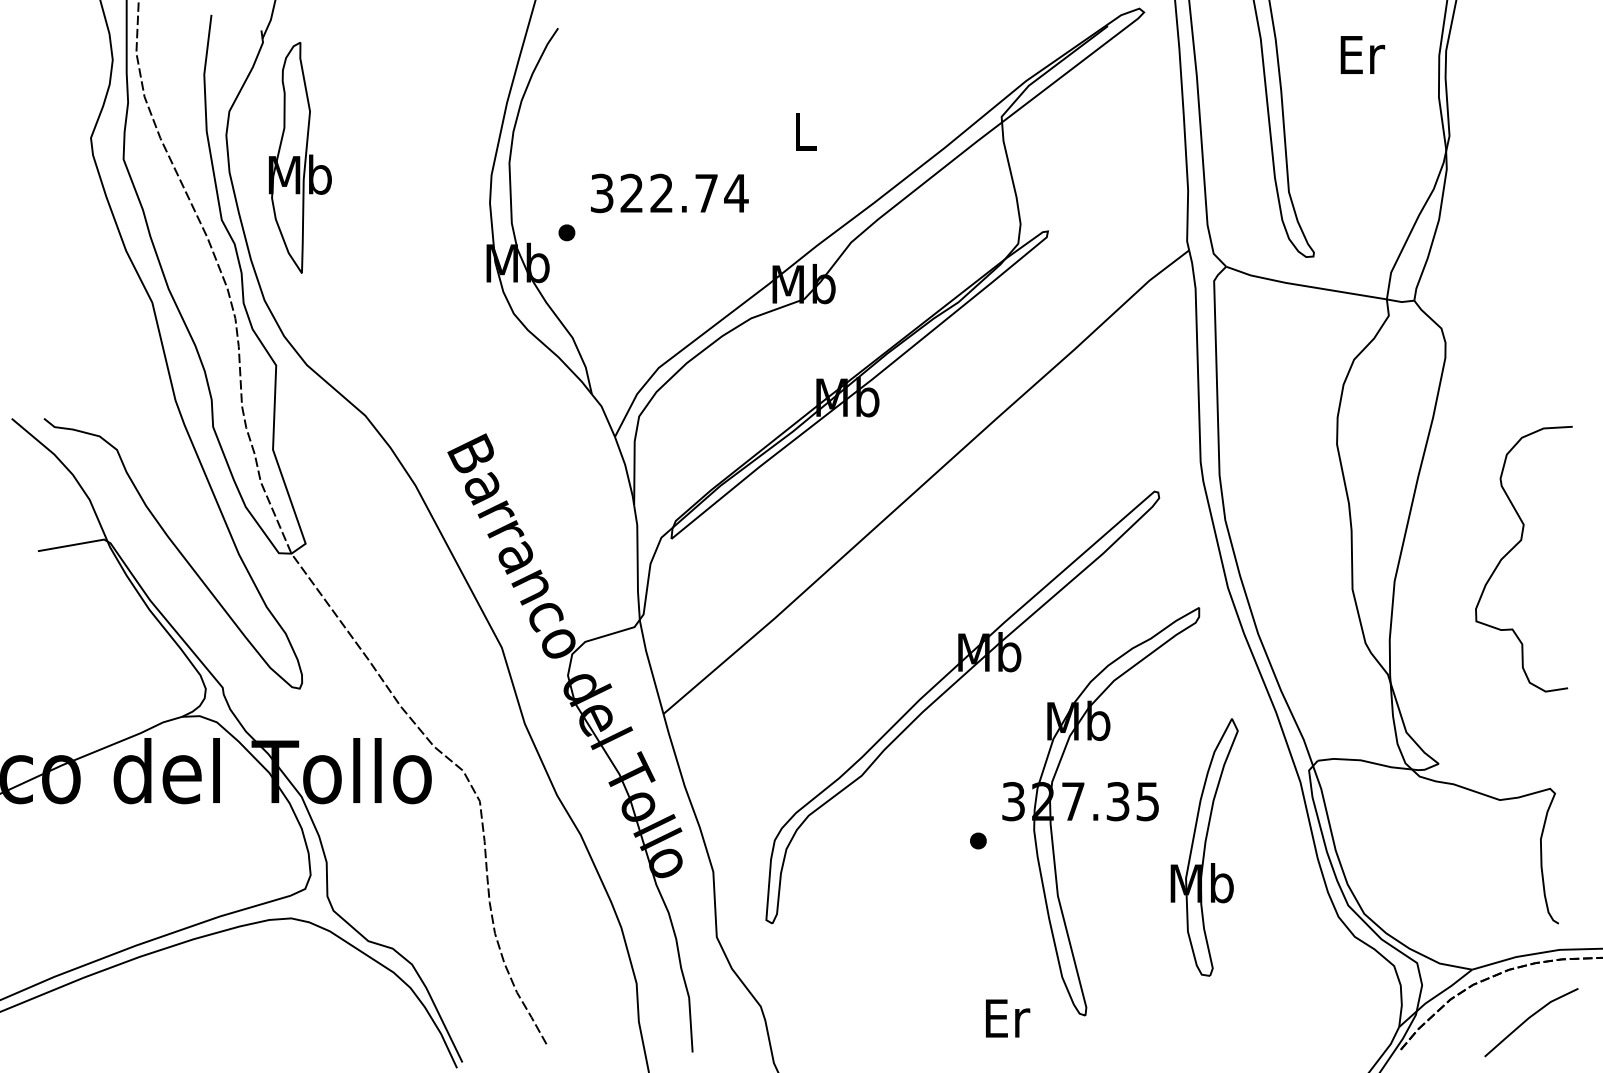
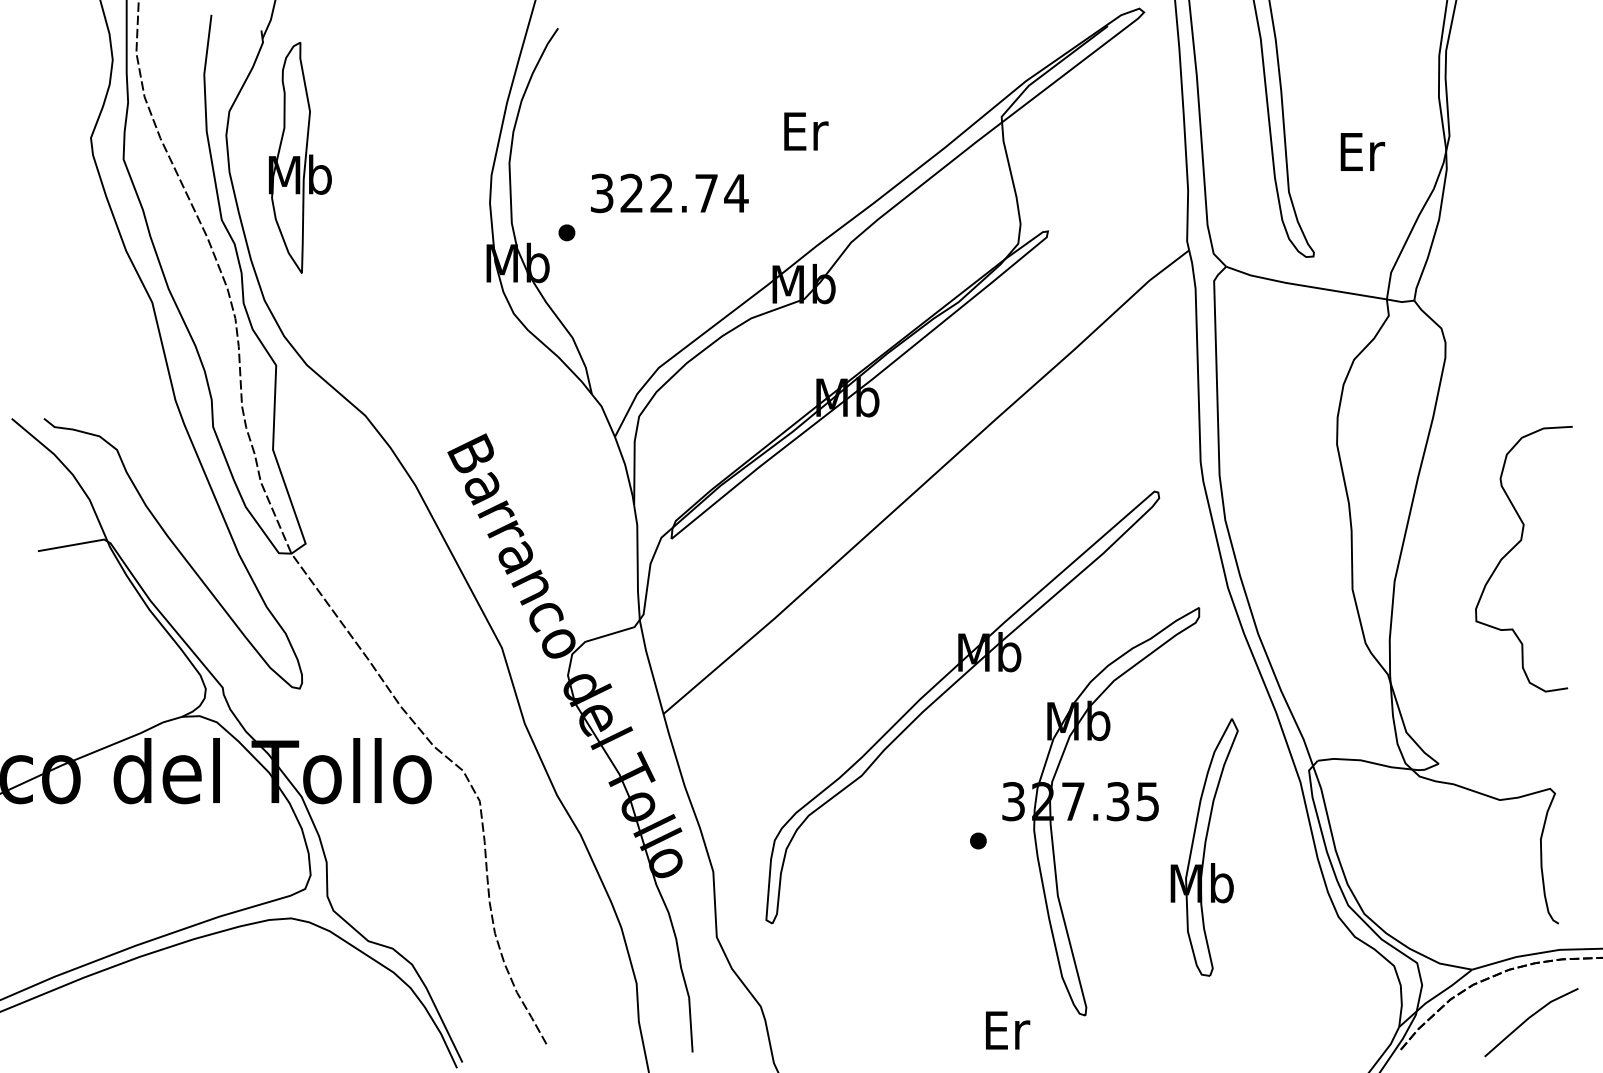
text at (1362, 54) position: (1362, 54) -> (1362, 151)
text at (806, 131): L -> Er
text at (1008, 1018) position: (1008, 1018) -> (1008, 1030)
